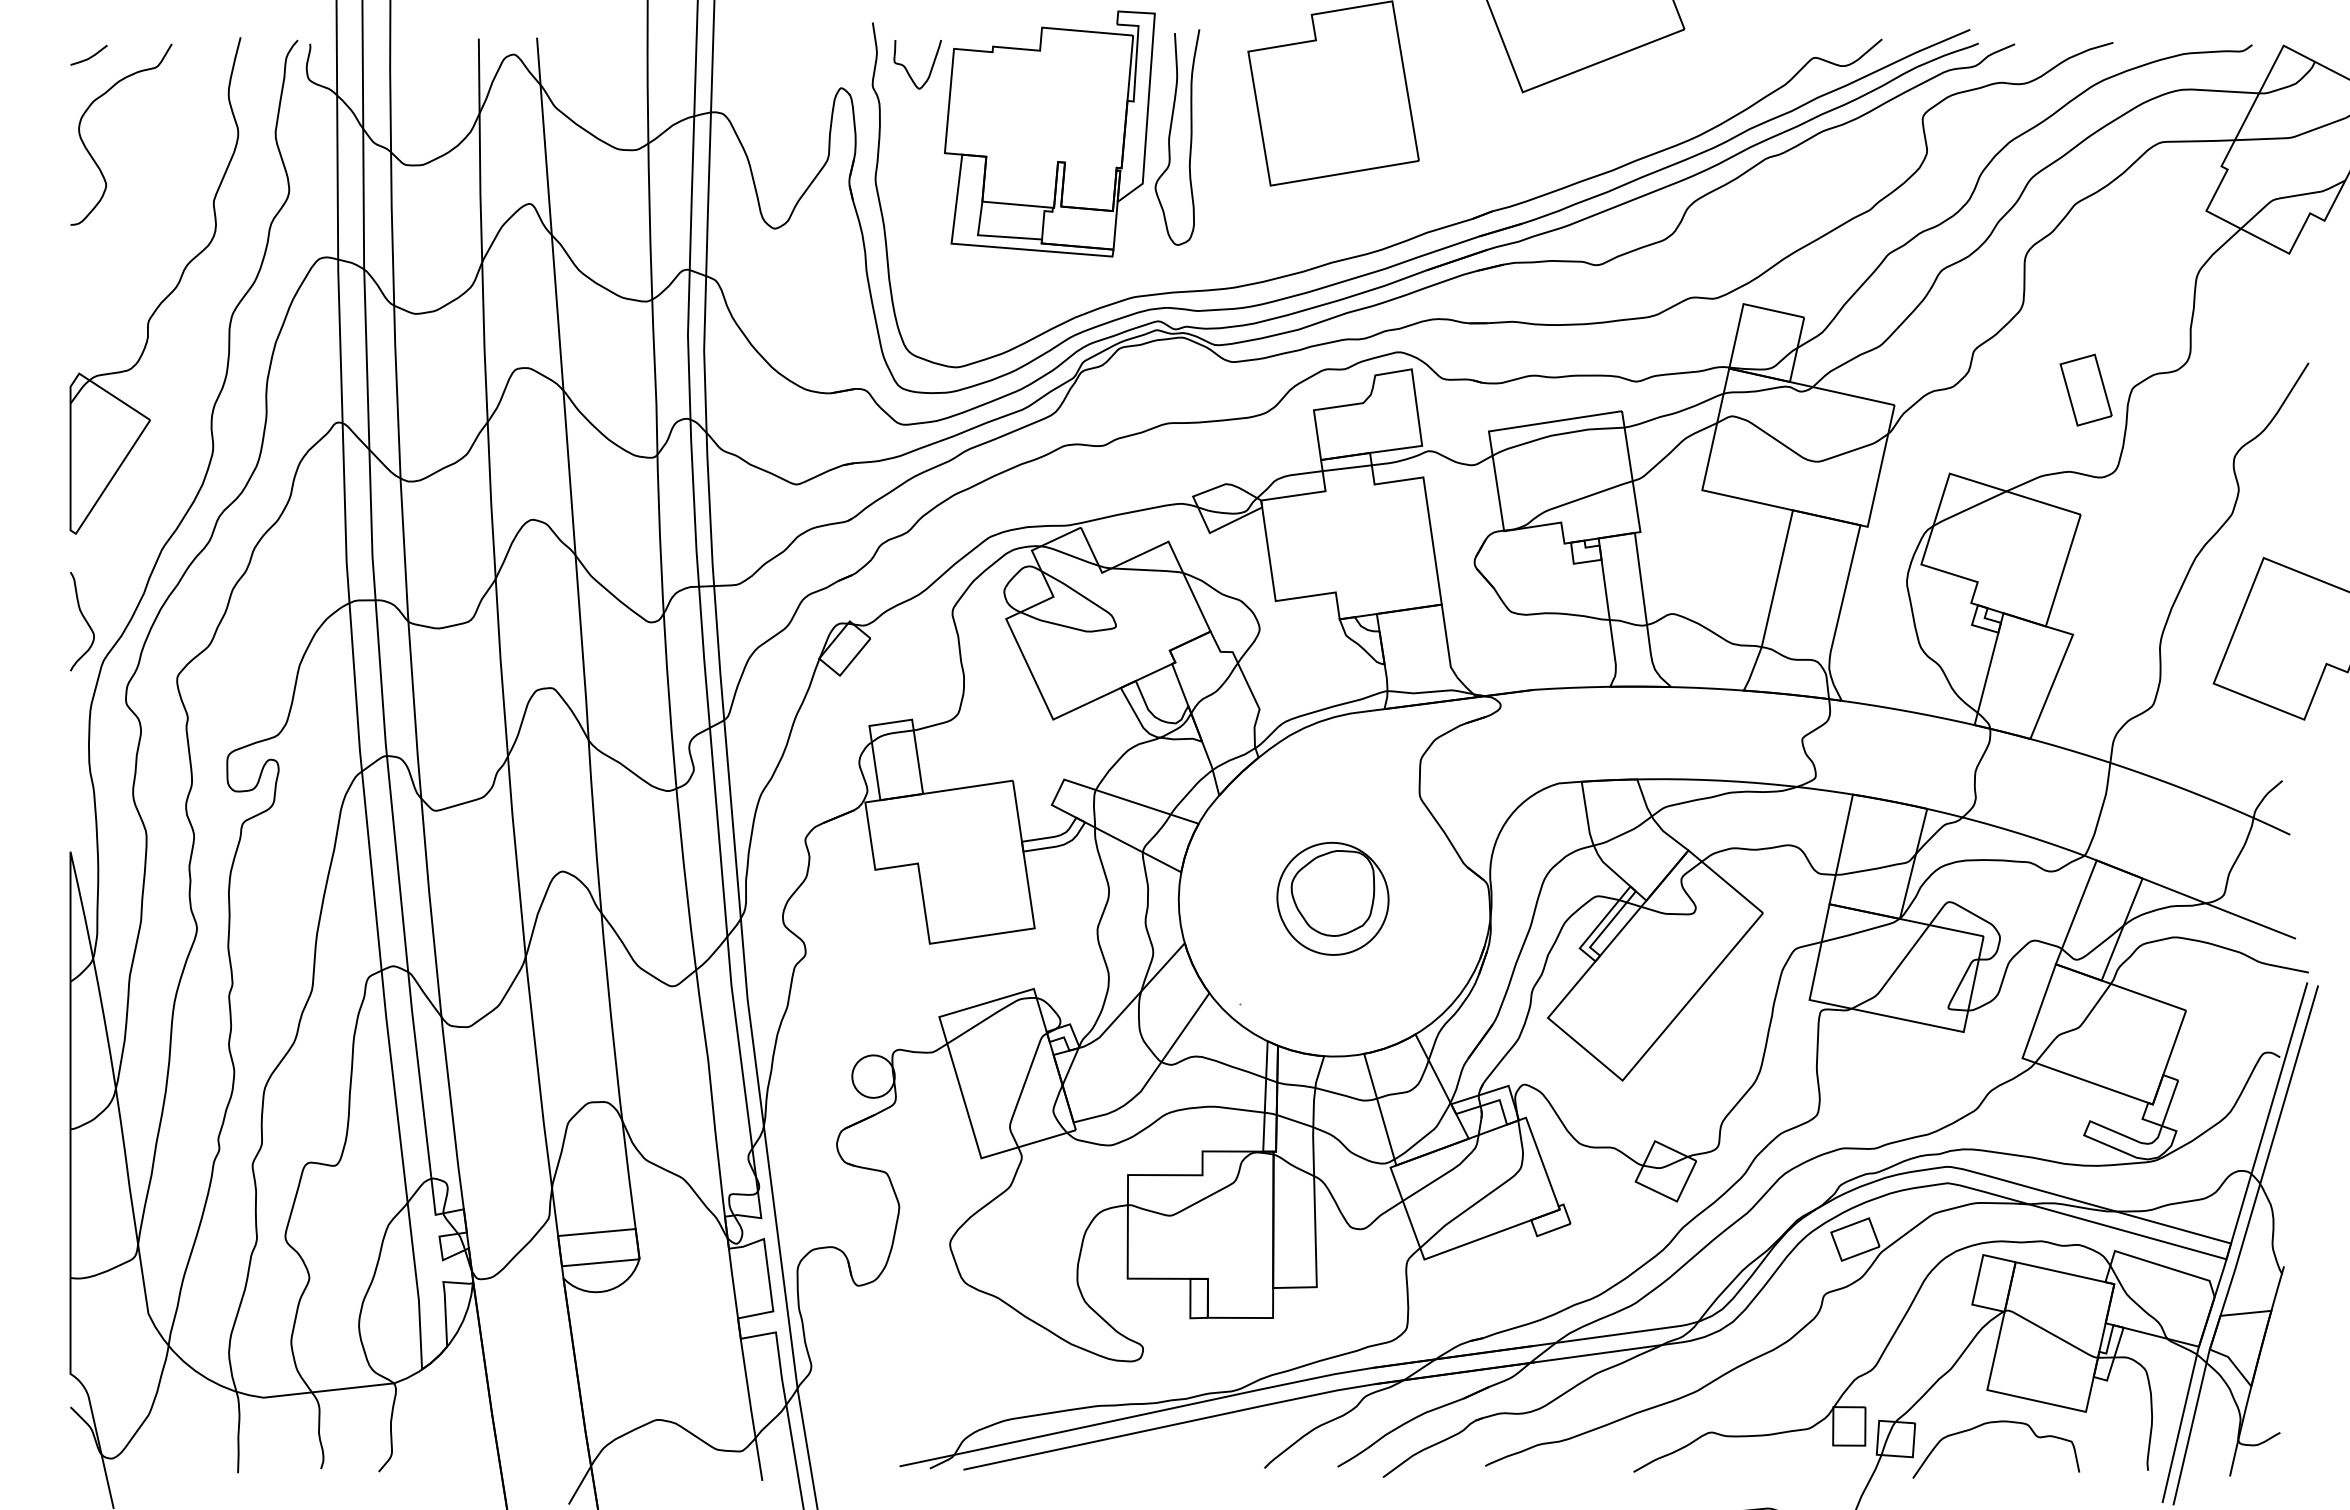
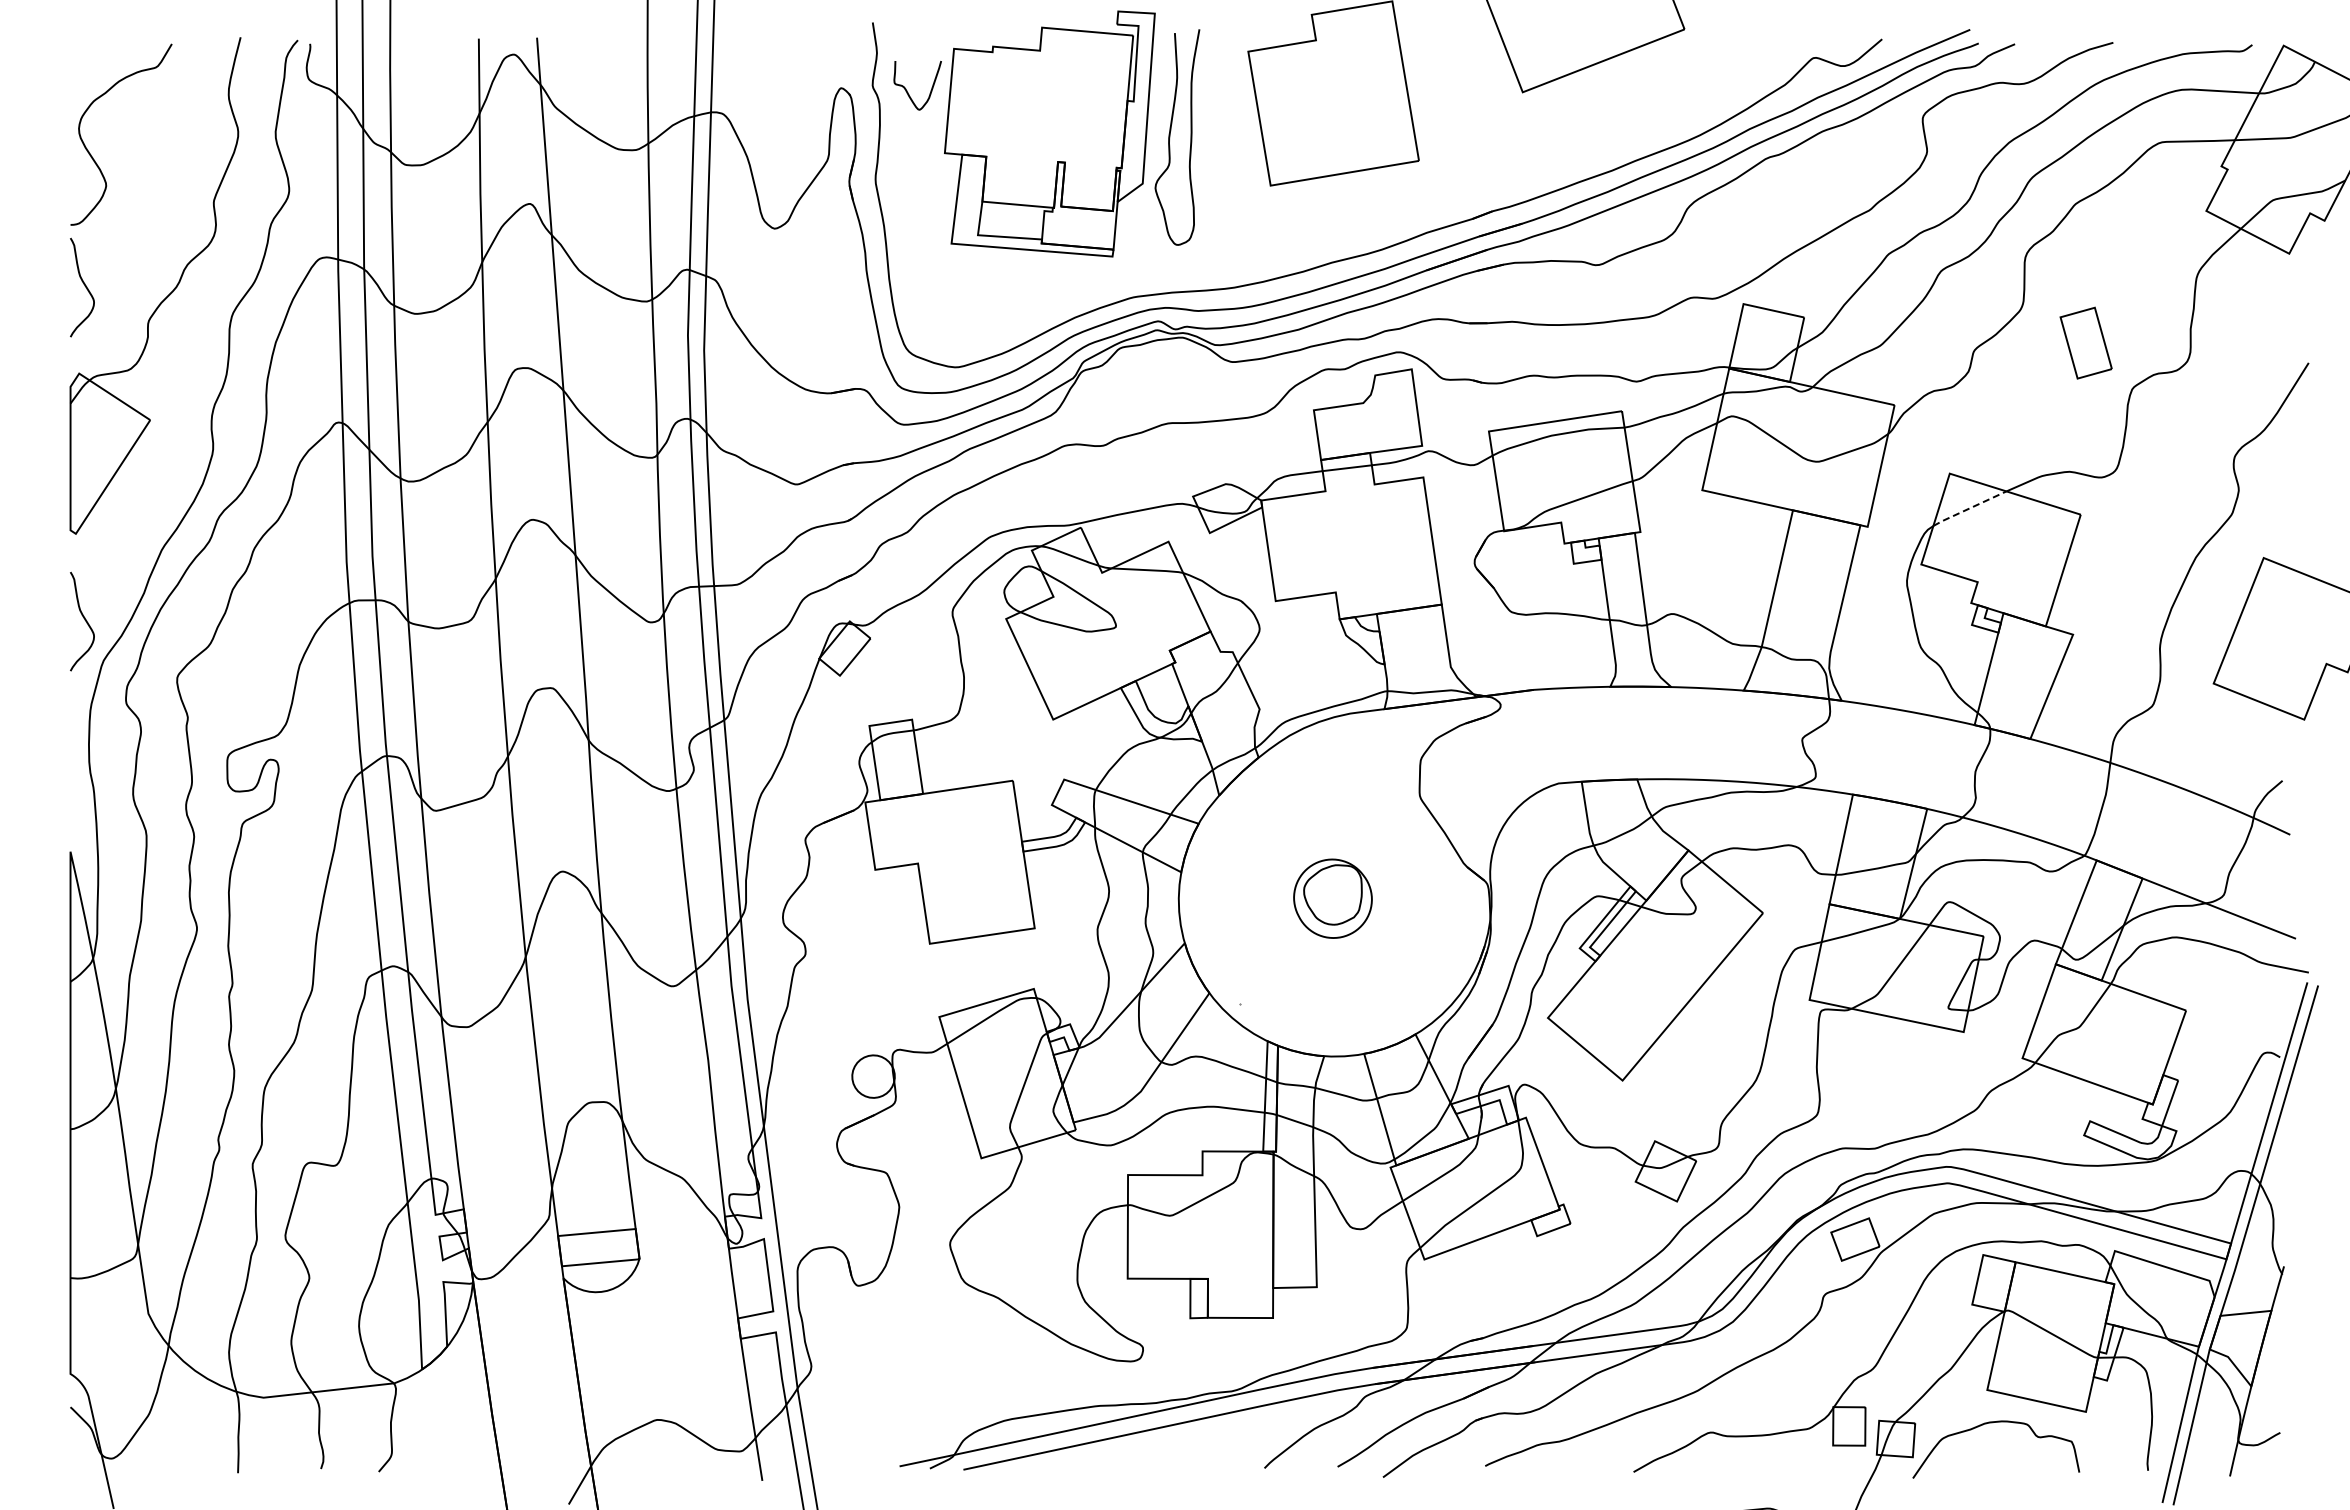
line at (90, 56): present -> none
curve at (907, 69) position: (907, 69) -> (907, 90)
curve at (84, 286): none -> present
part at (2085, 389) position: (2085, 389) -> (2085, 342)
line at (1969, 508): solid -> dashed
part at (1332, 898) size: 114x115 px -> 80x81 px
